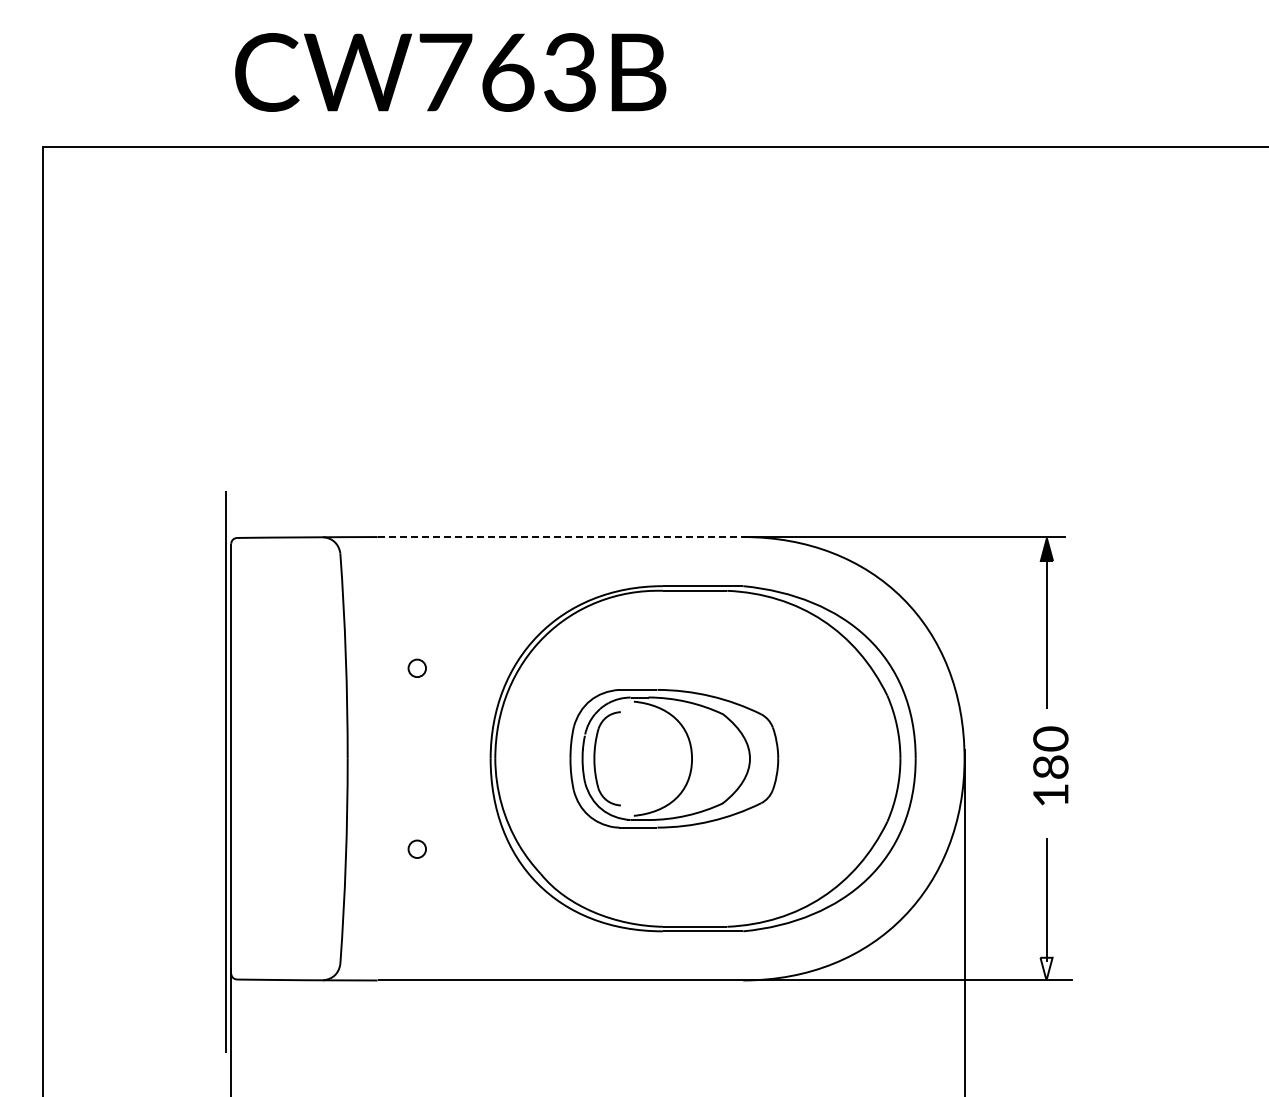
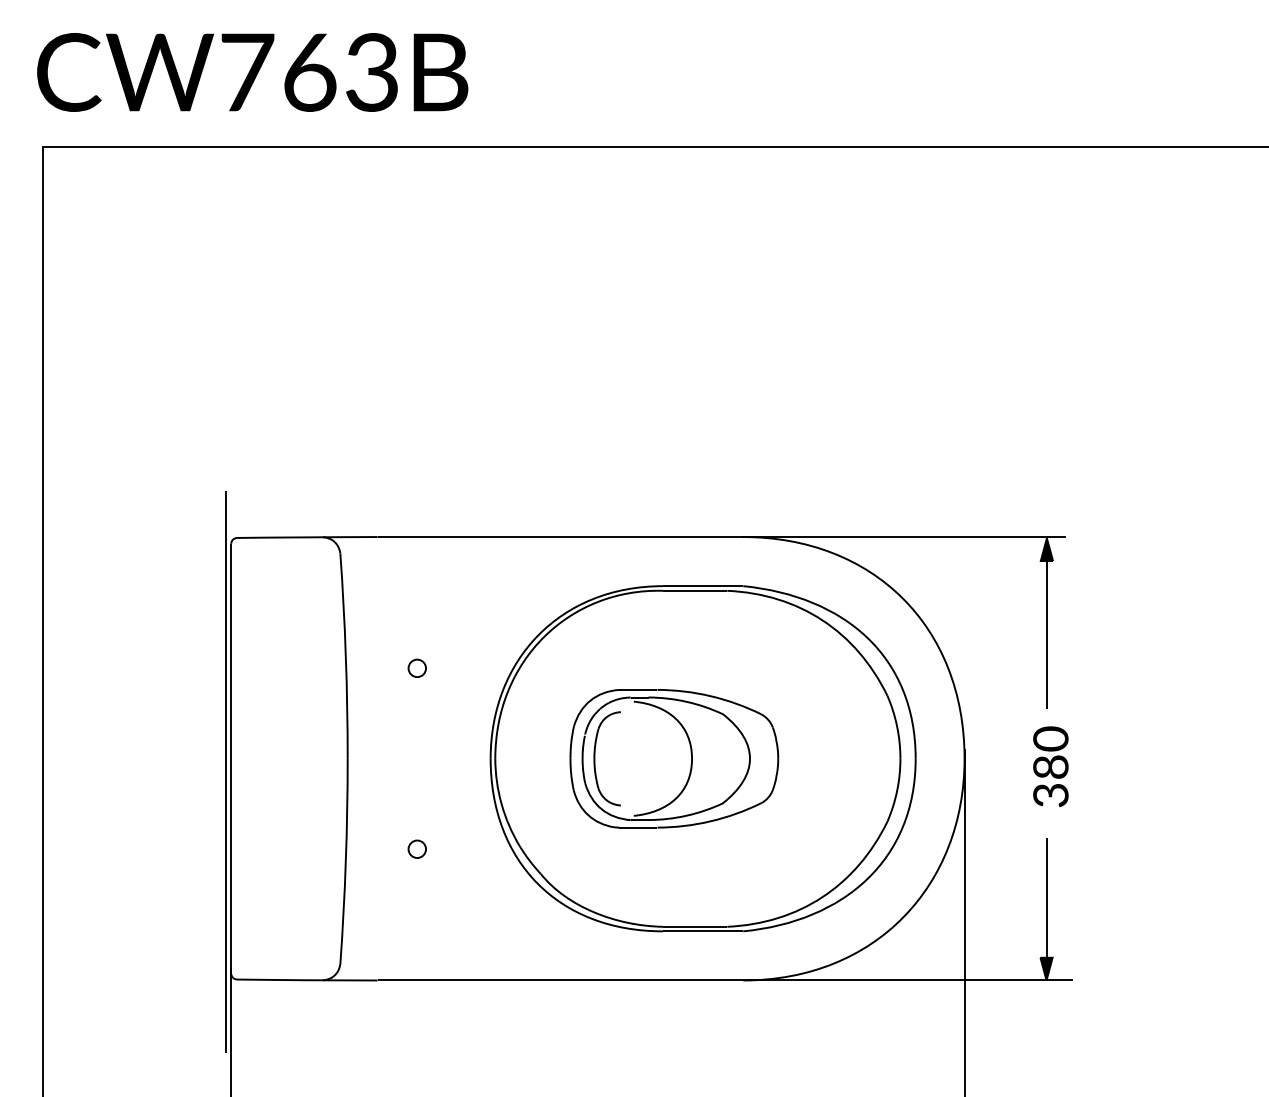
text at (450, 72) position: (450, 72) -> (252, 72)
line at (560, 537): dashed -> solid
text at (1050, 795): 180 -> 380
fill at (1046, 968): none -> present
